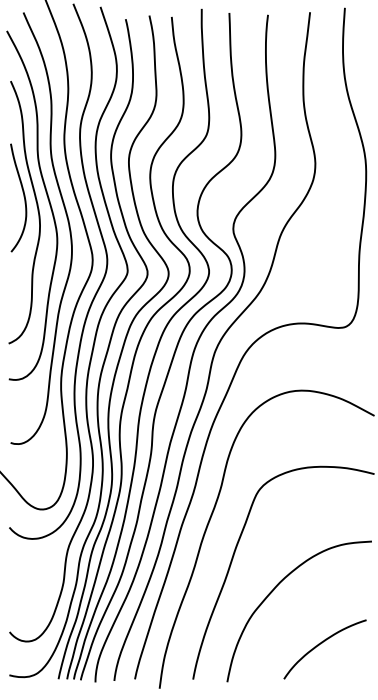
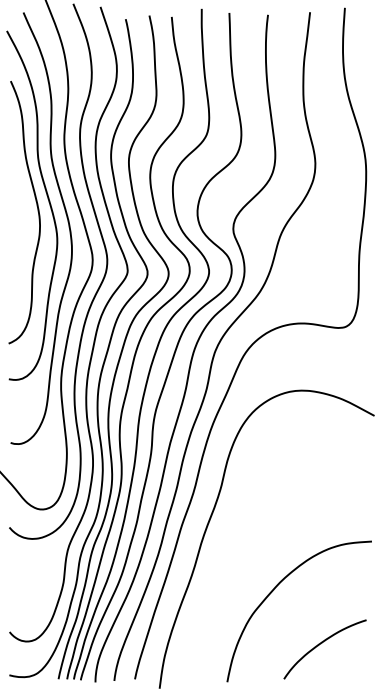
curve at (23, 197): present -> none
curve at (233, 559): present -> none
